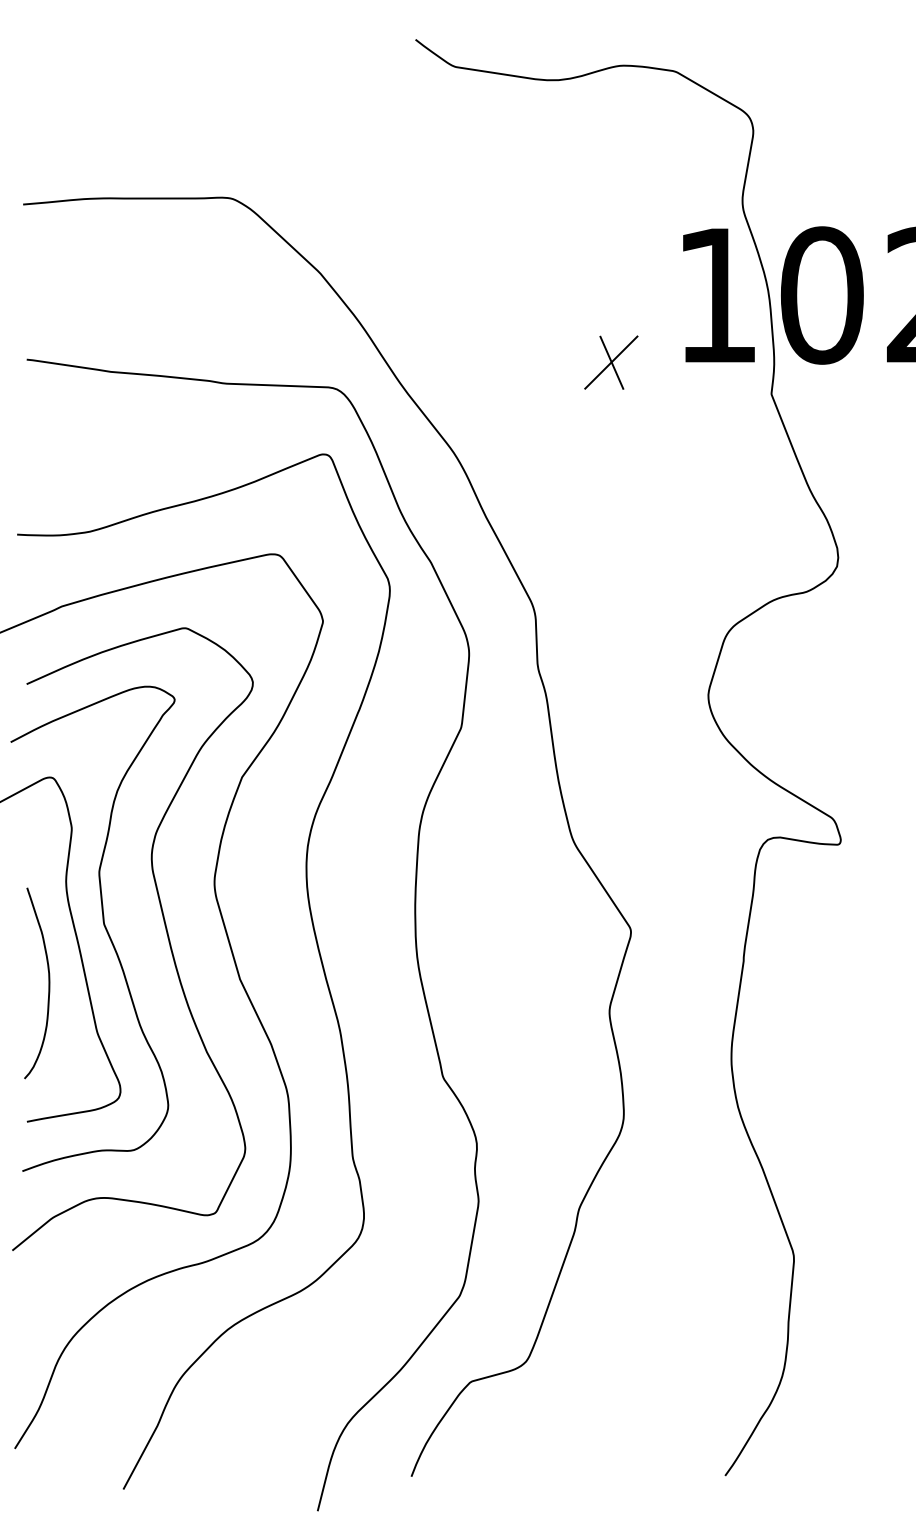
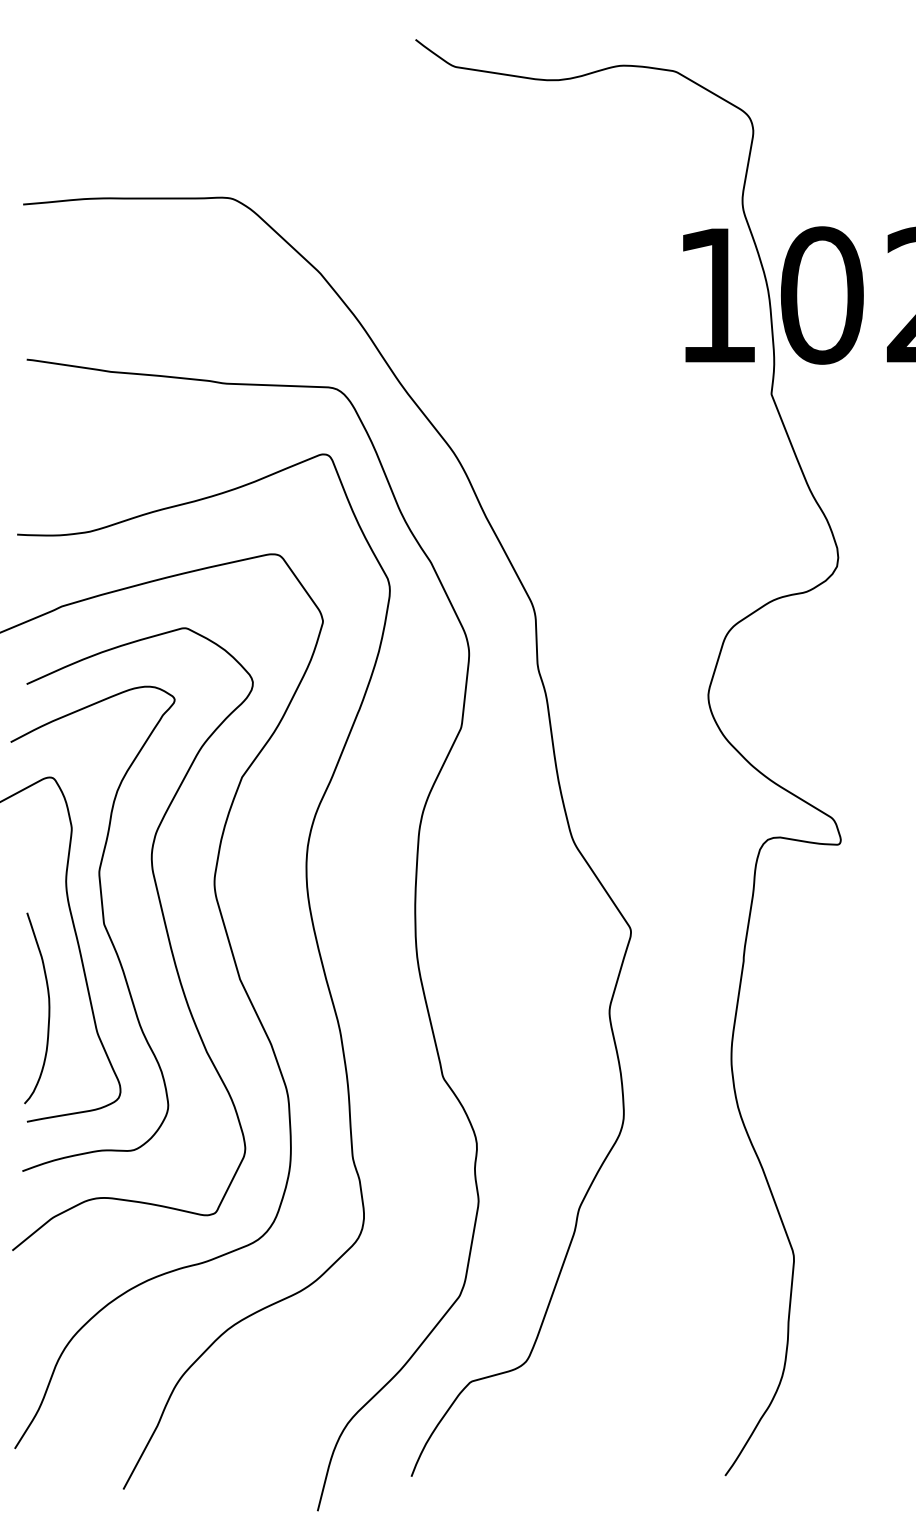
part at (611, 362): present -> none
curve at (48, 983) position: (48, 983) -> (48, 1008)
